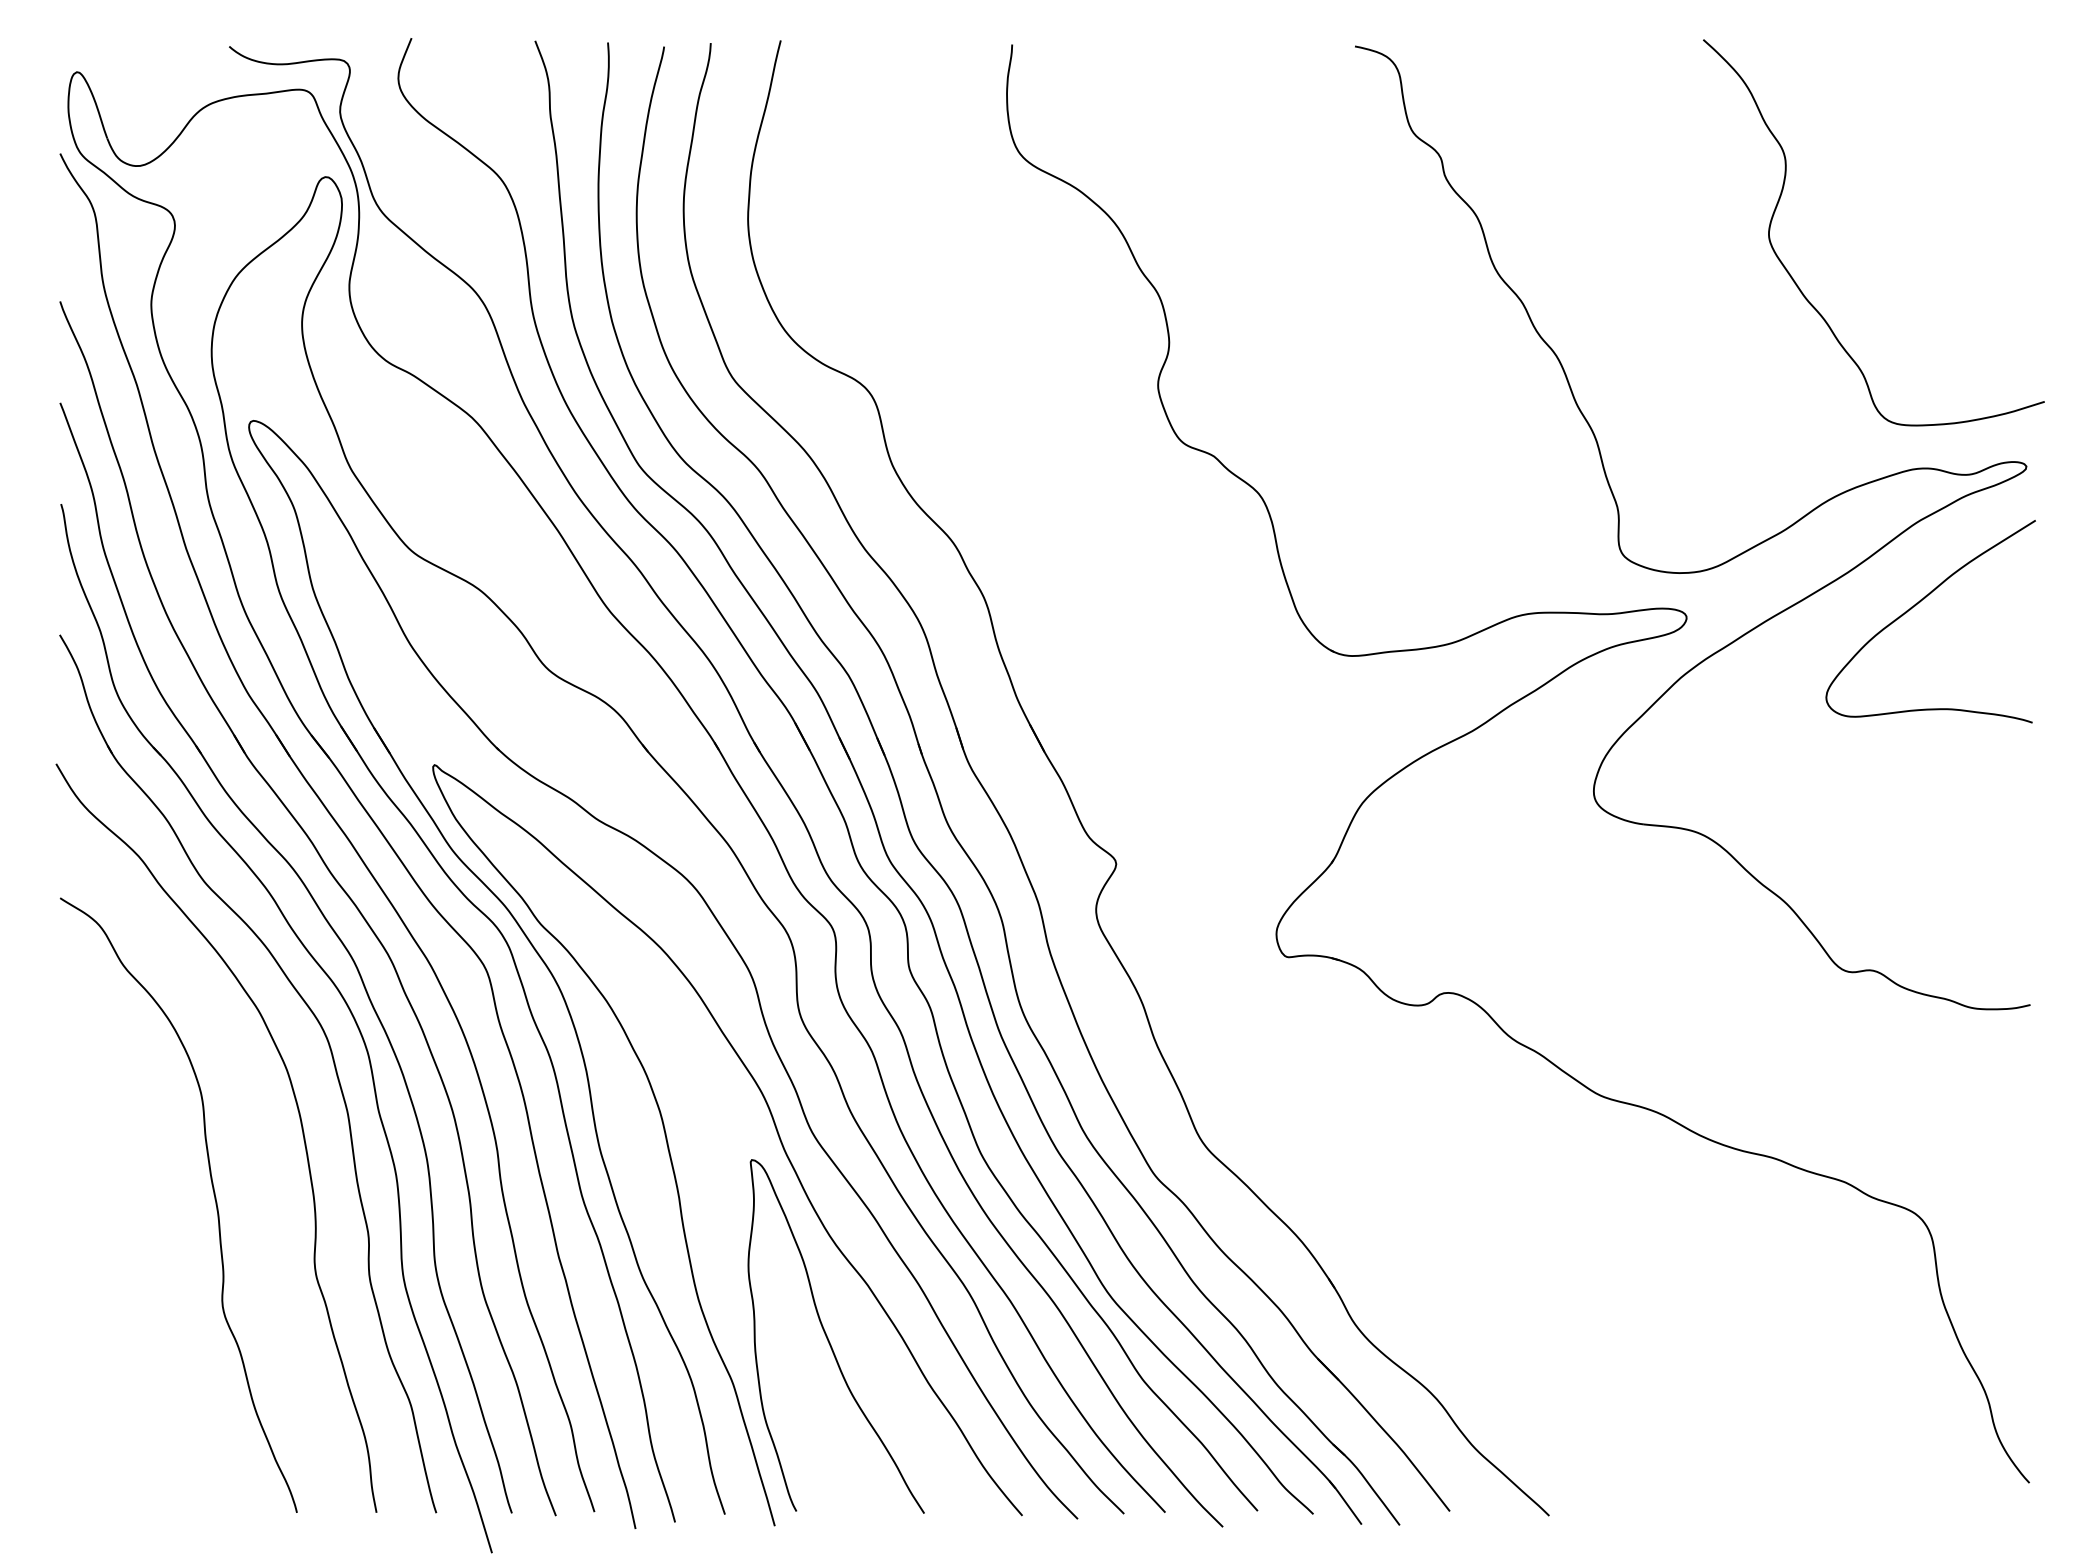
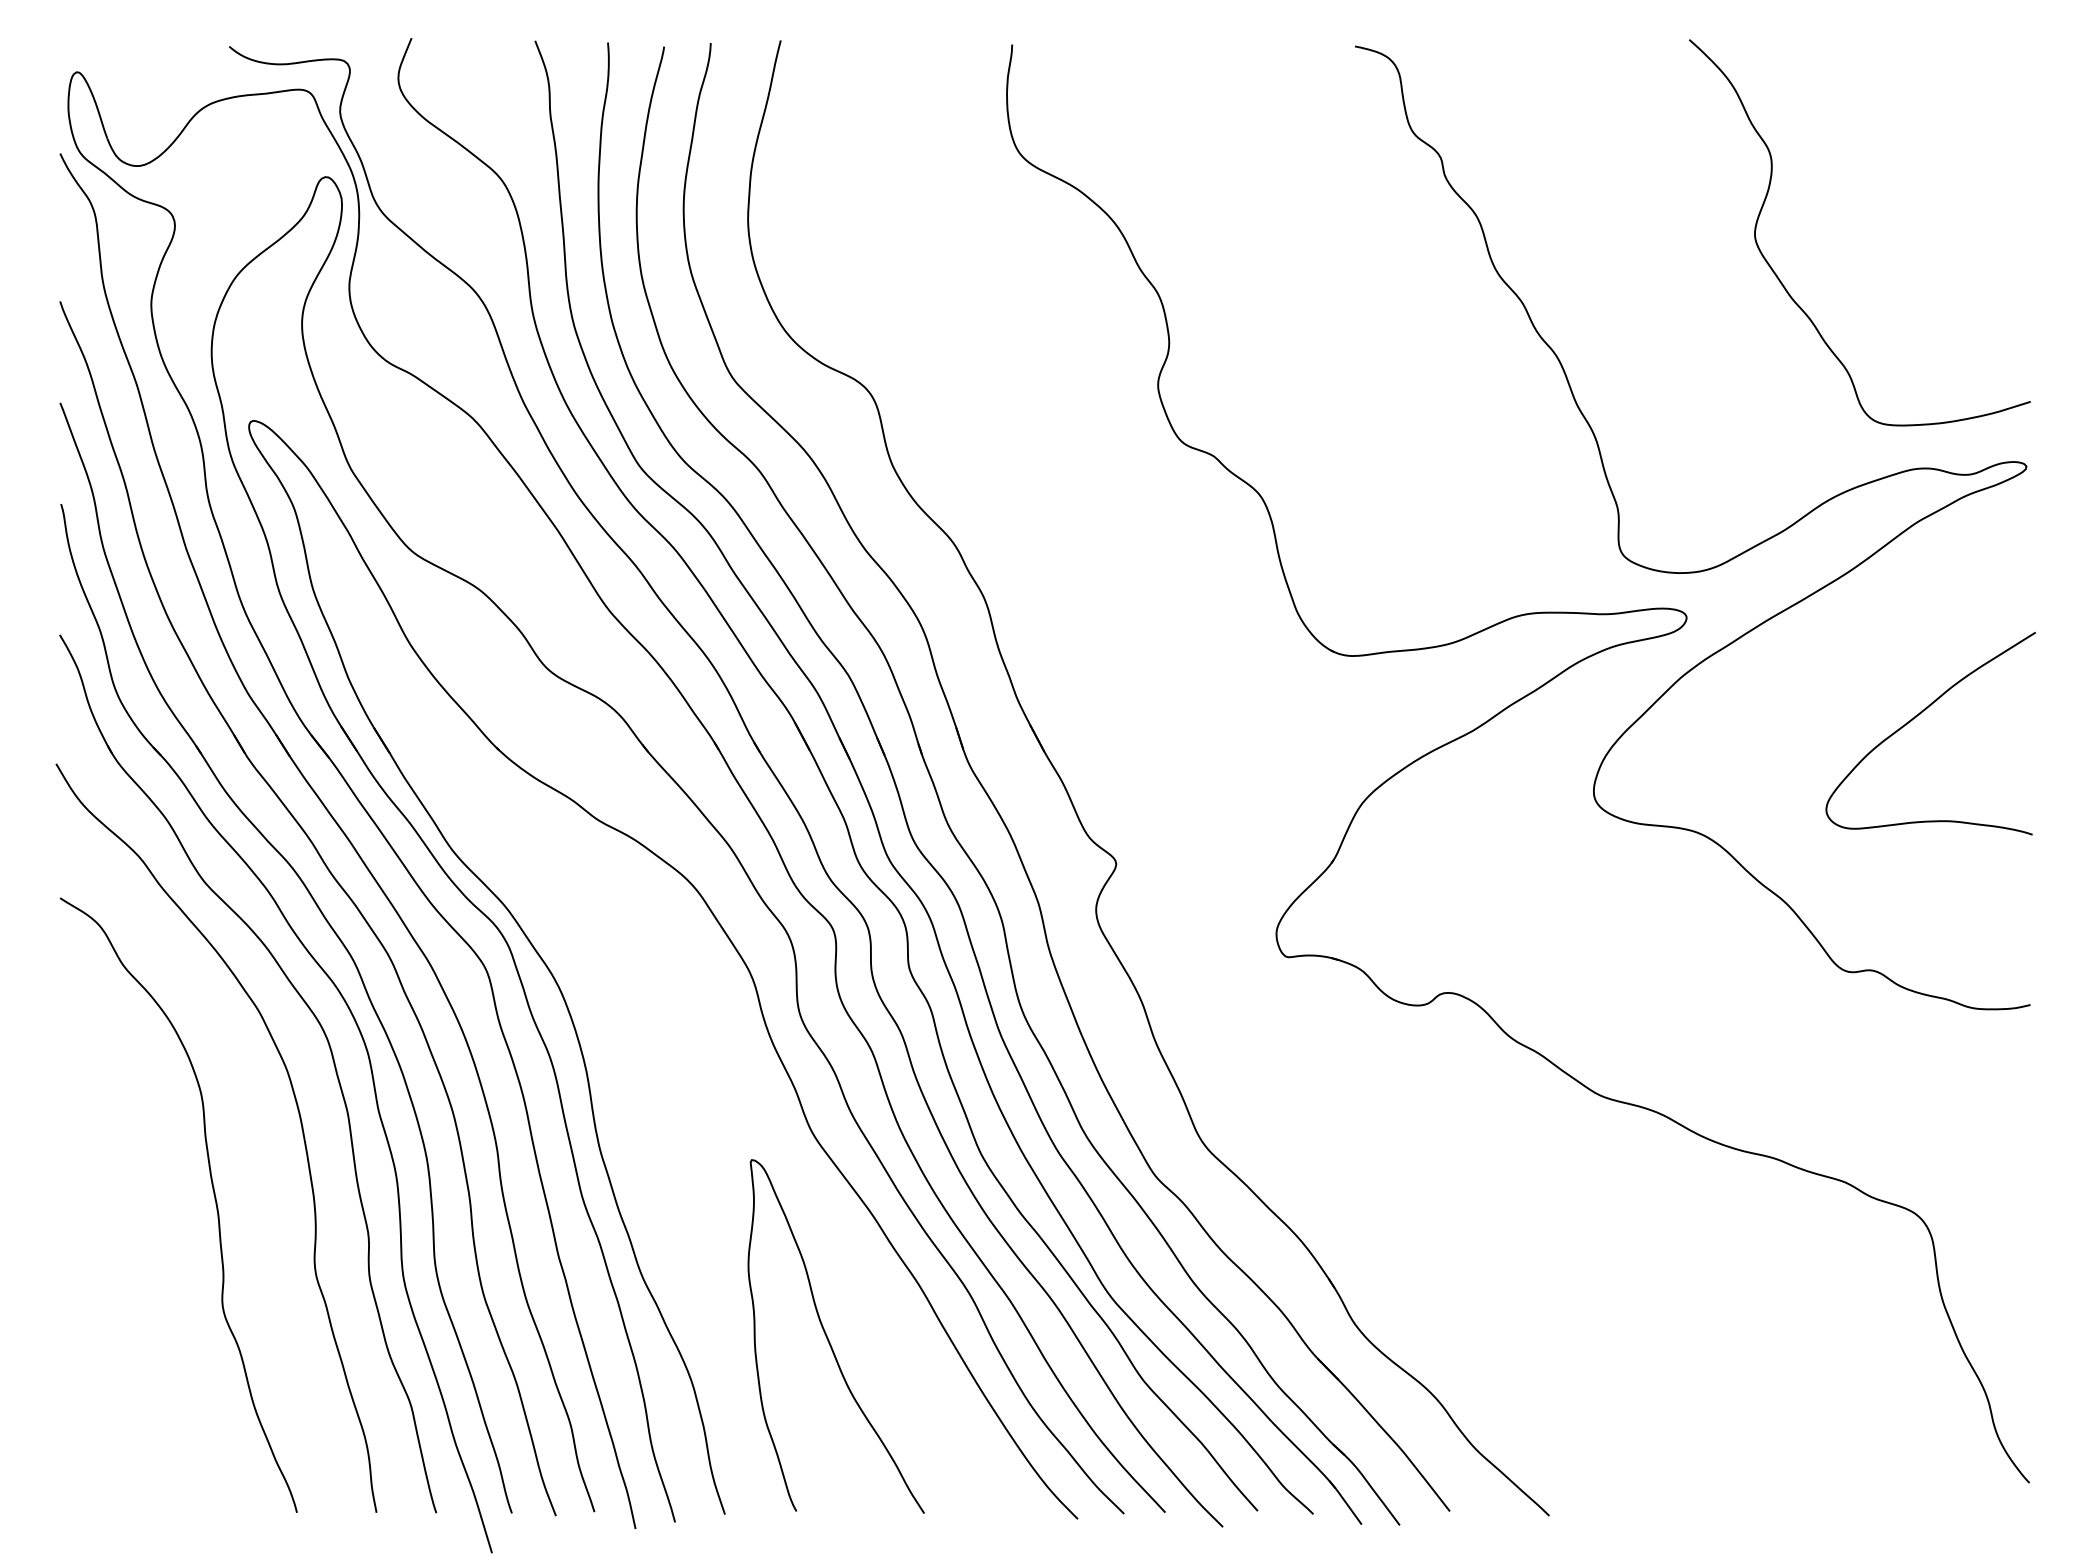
curve at (1796, 282) position: (1796, 282) -> (1782, 282)
curve at (1919, 603) position: (1919, 603) -> (1919, 715)
curve at (775, 1129): present -> none
